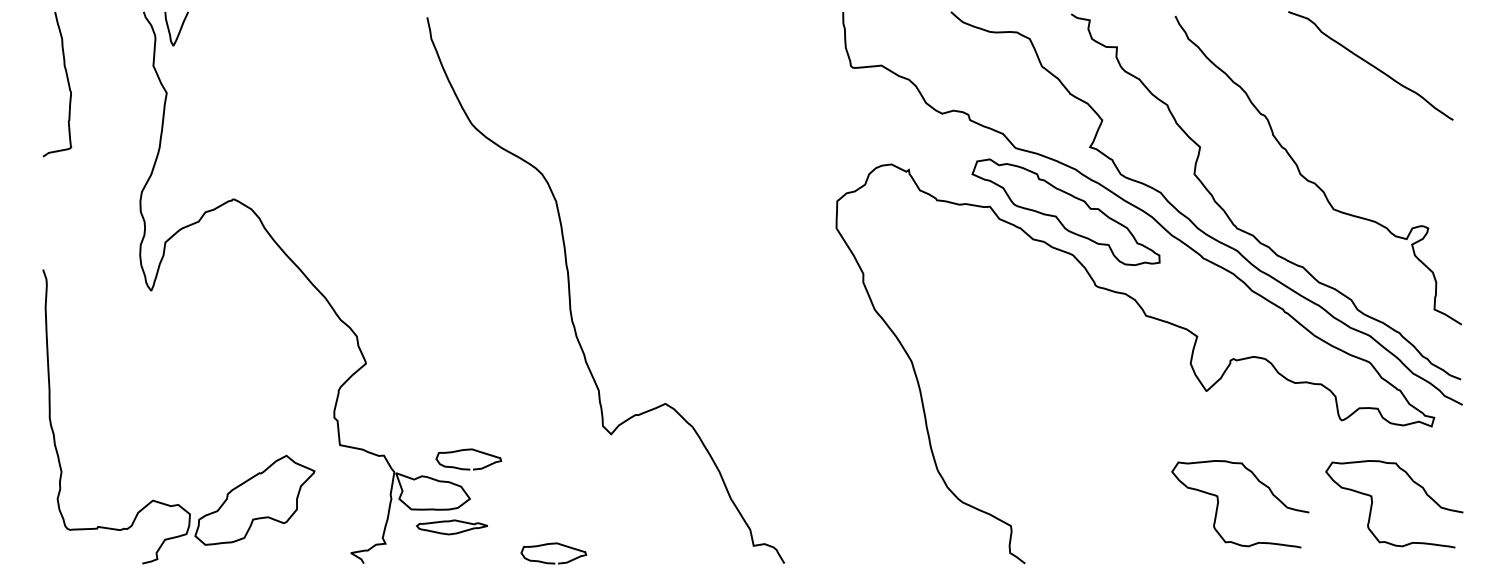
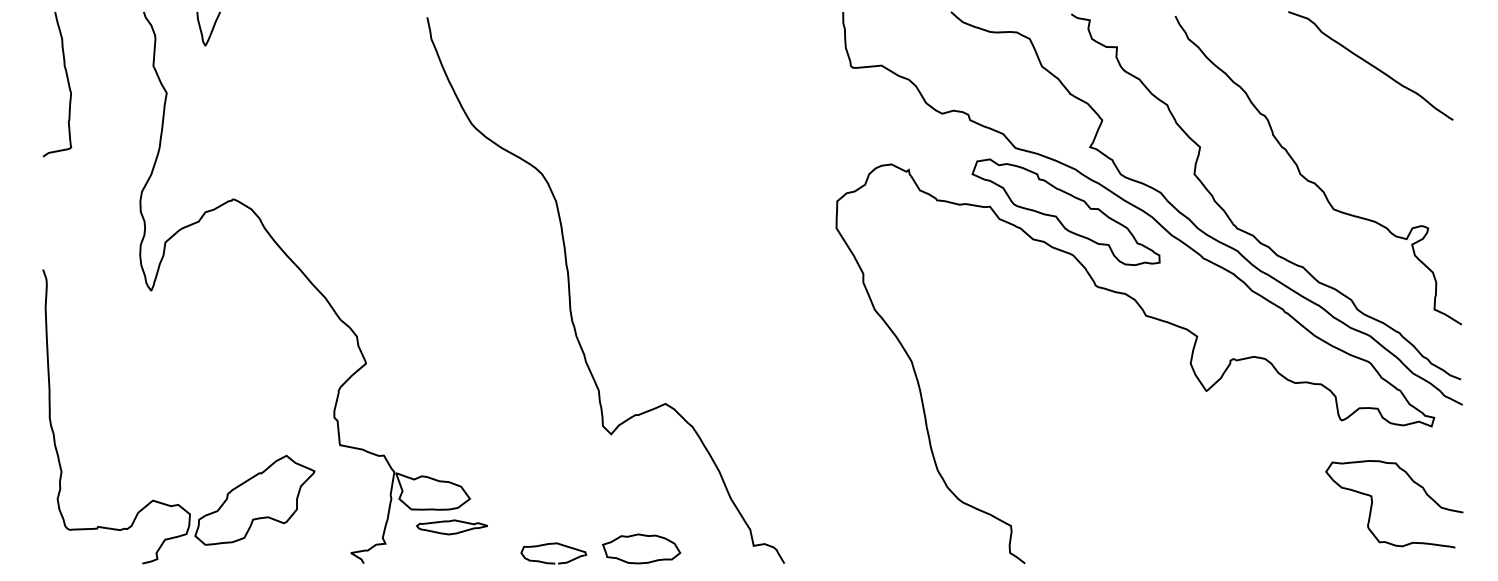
curve at (179, 29) position: (179, 29) -> (211, 29)
part at (468, 450): present -> none
curve at (1218, 504): present -> none
part at (641, 548): none -> present
